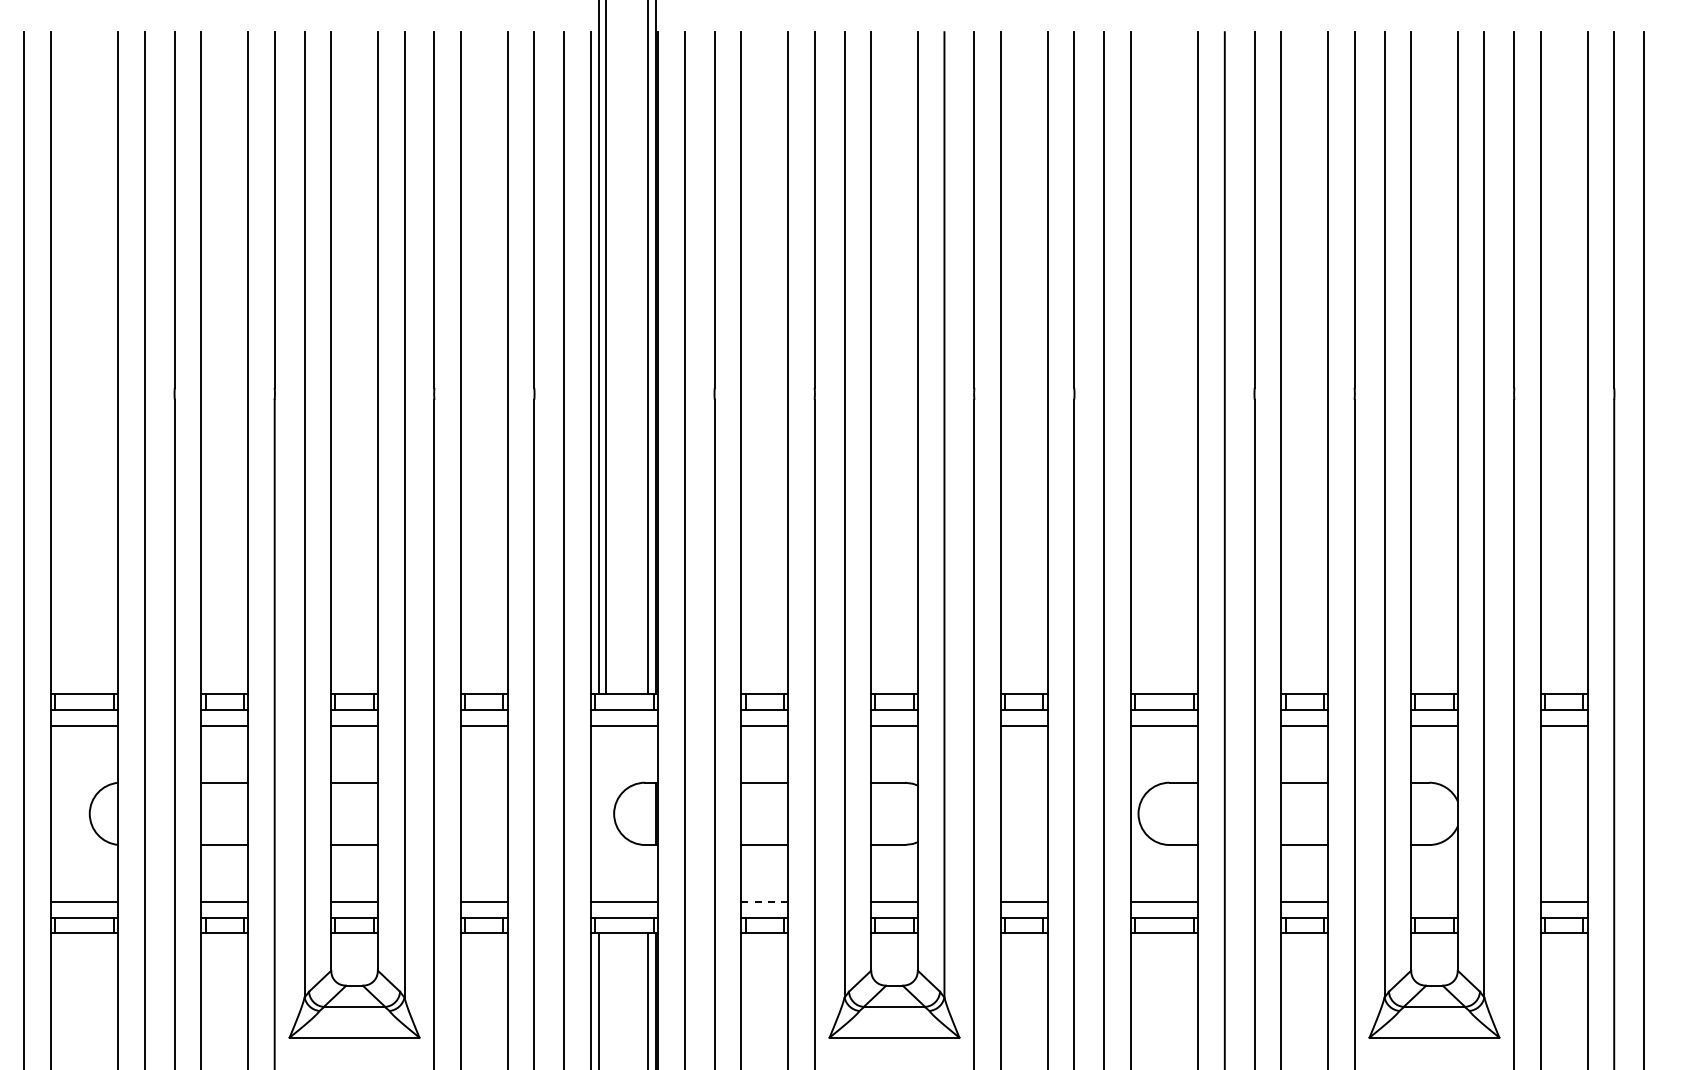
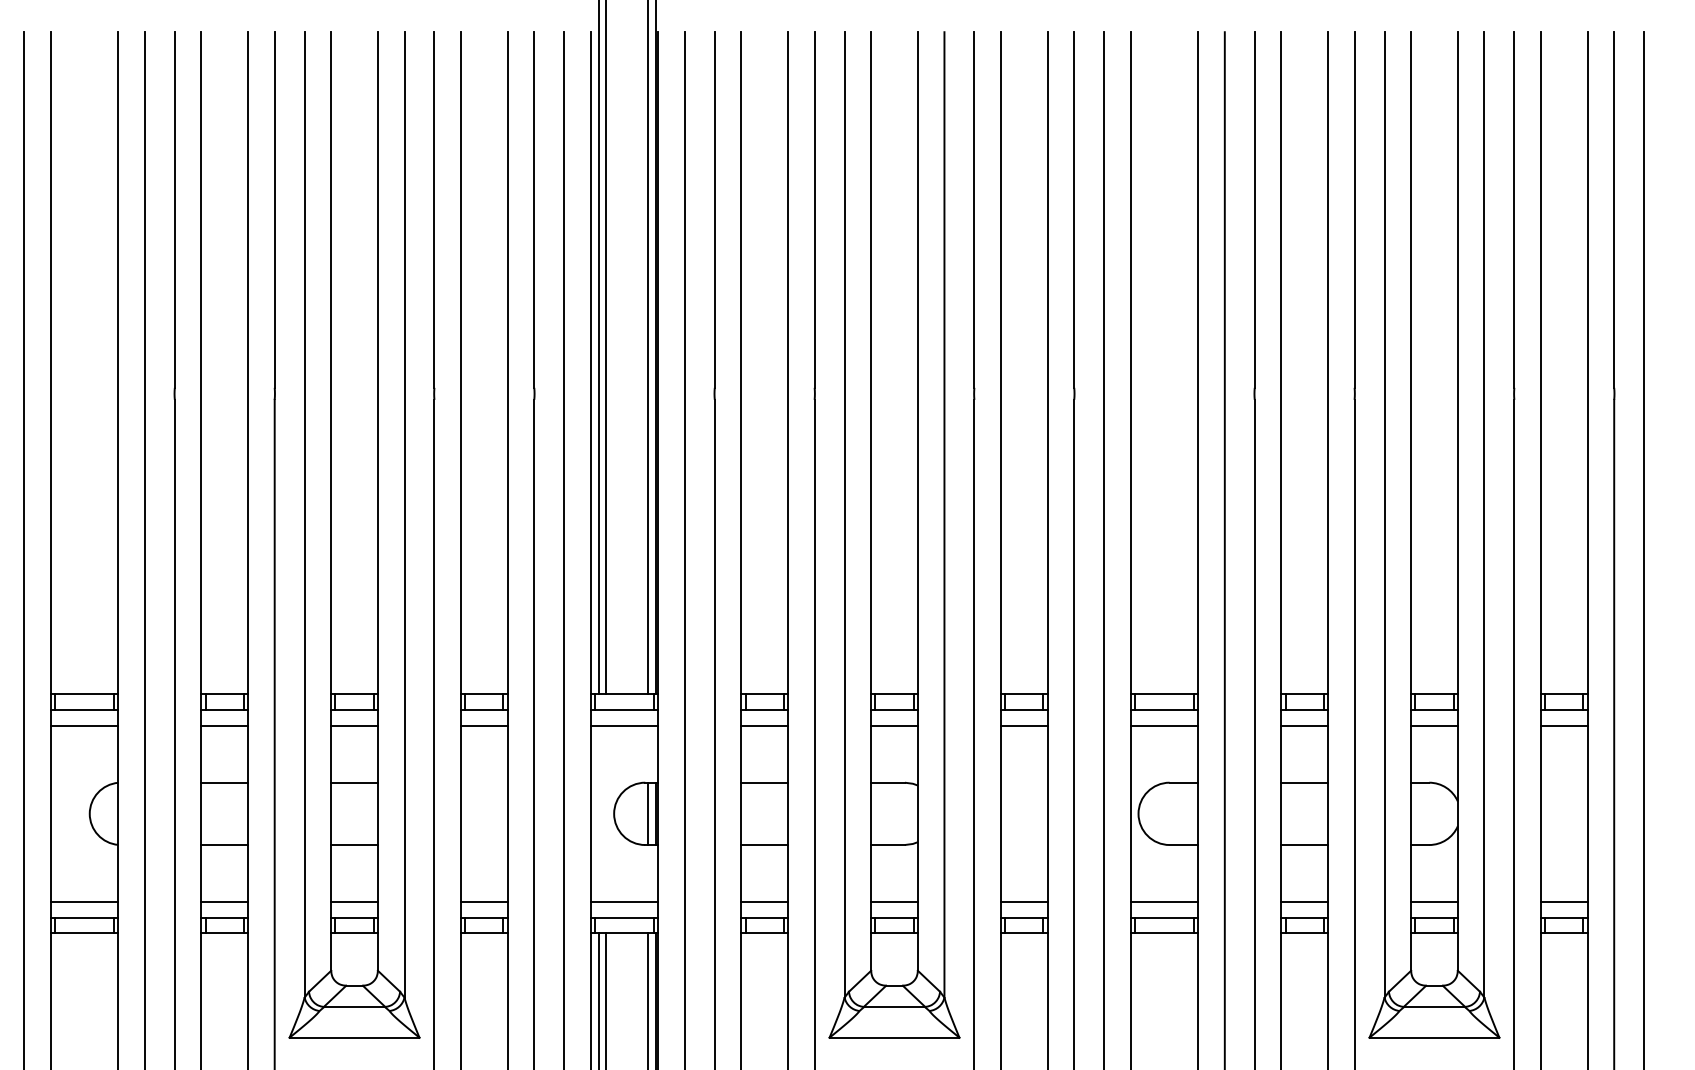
line at (647, 813): none -> present
line at (764, 902): dashed -> solid
line at (1434, 902): none -> present
line at (606, 999): none -> present
